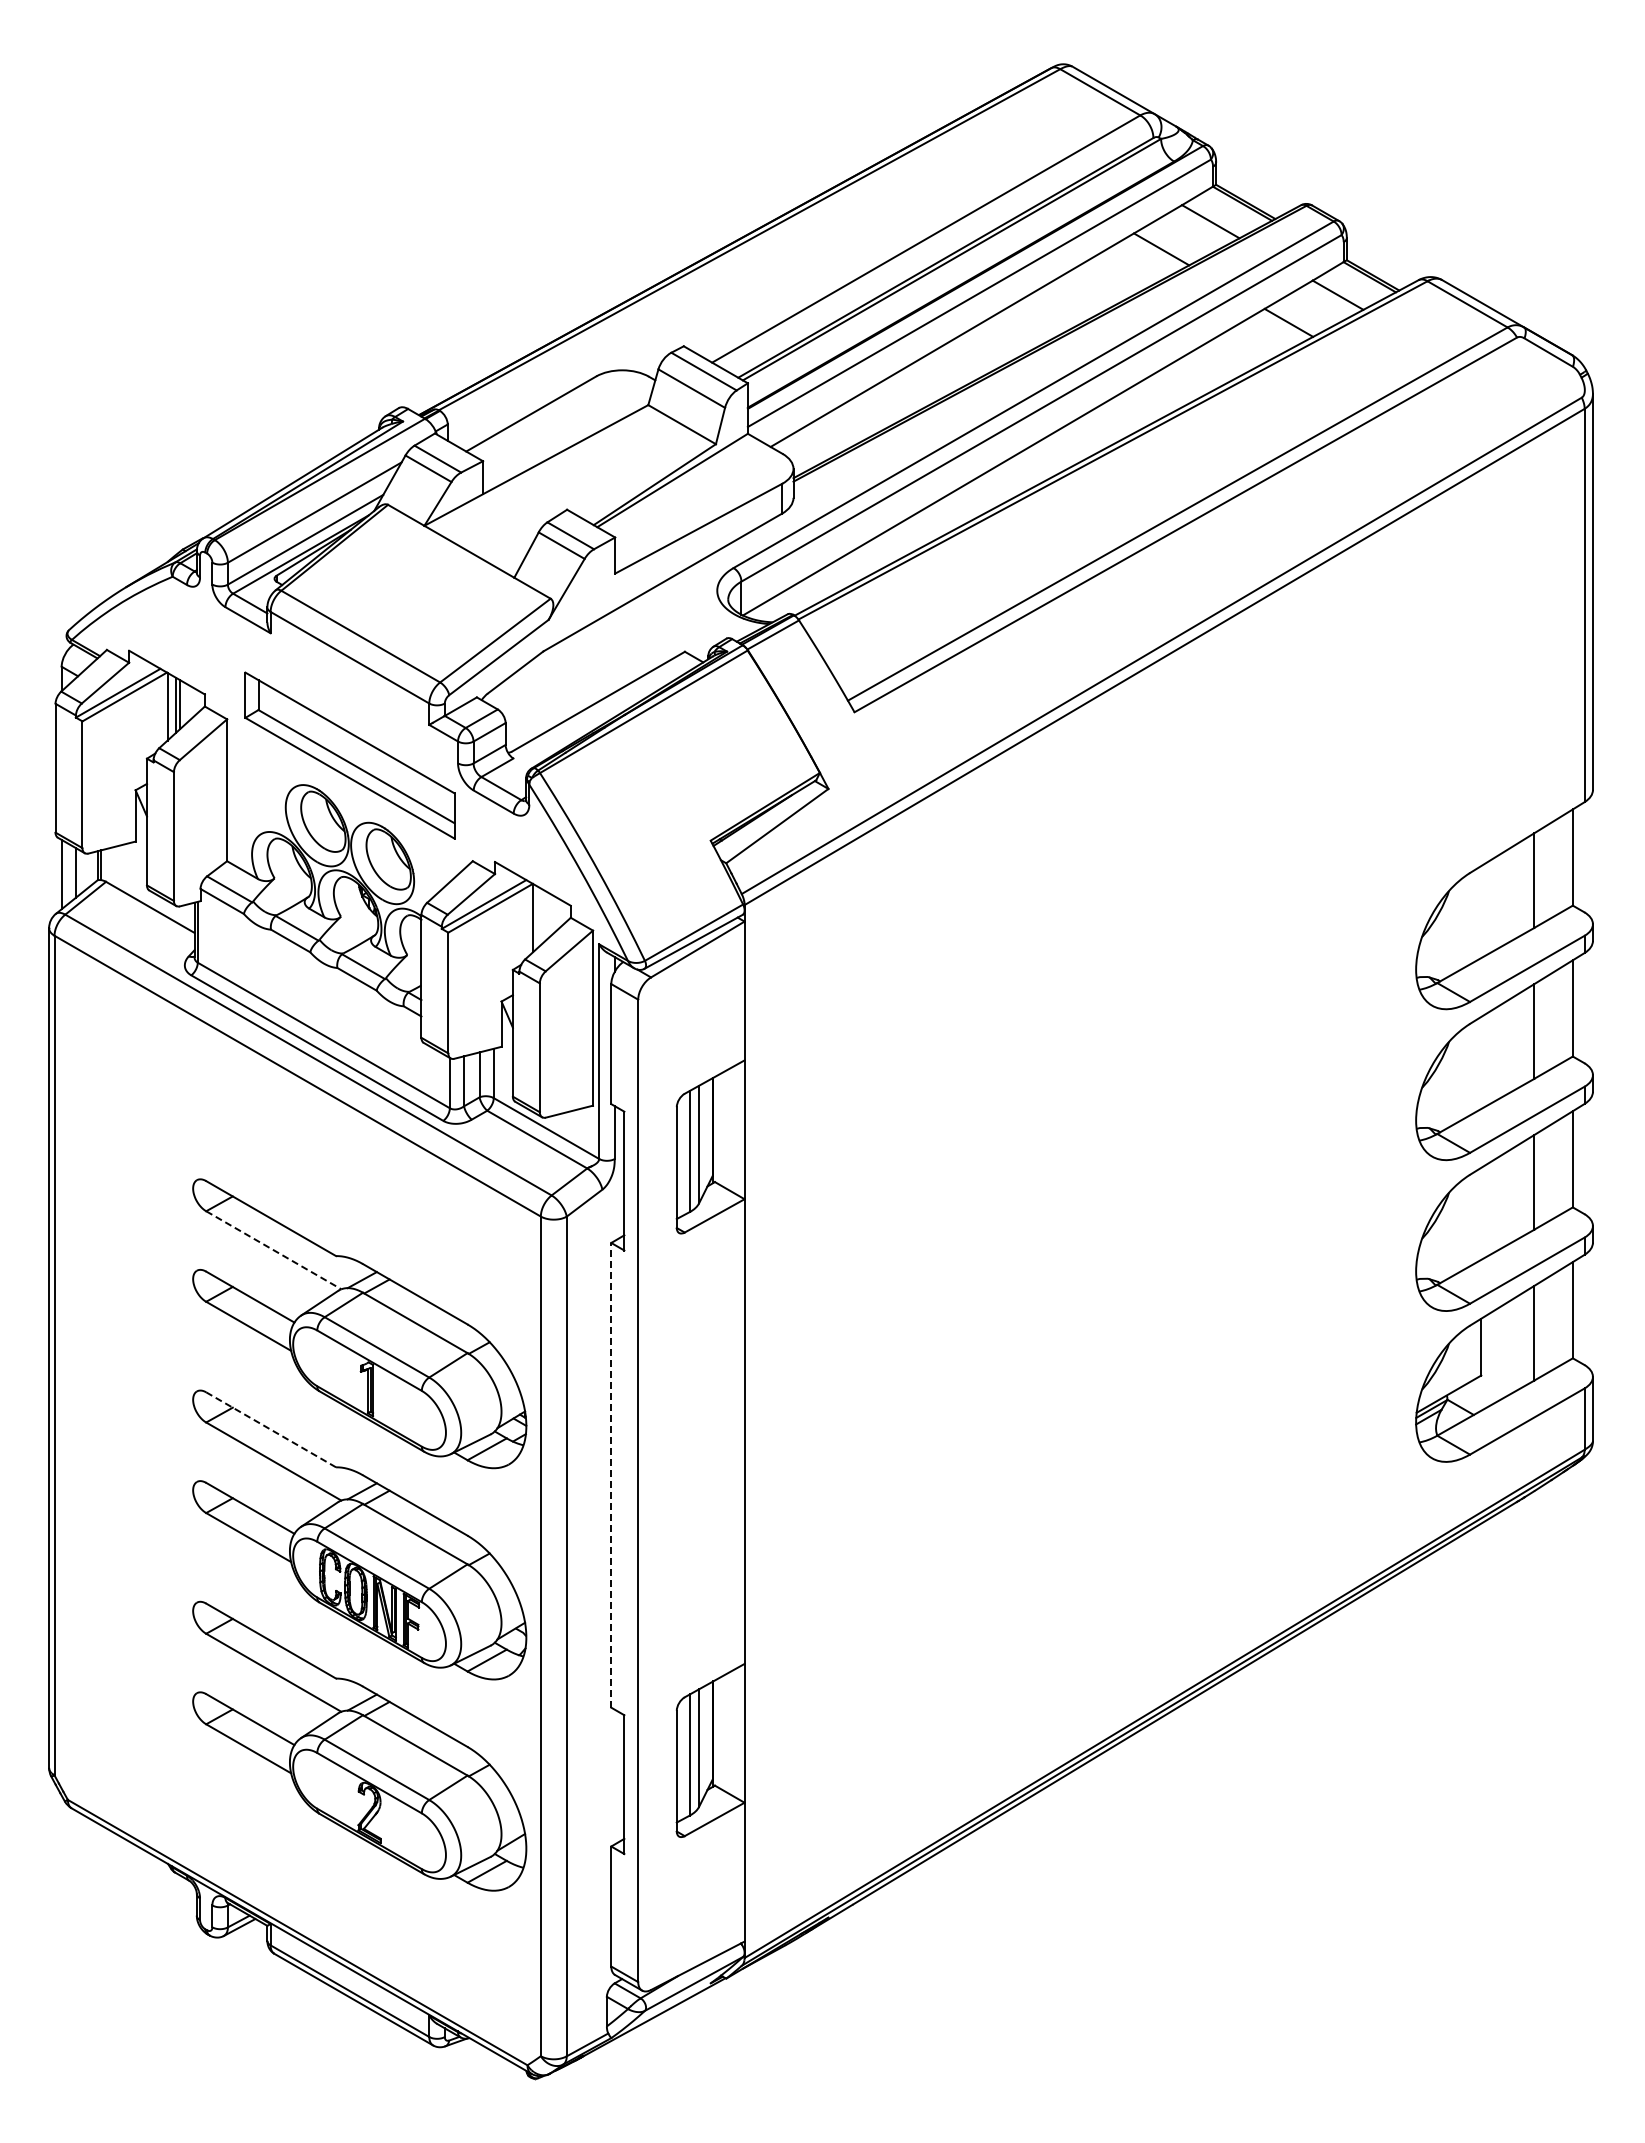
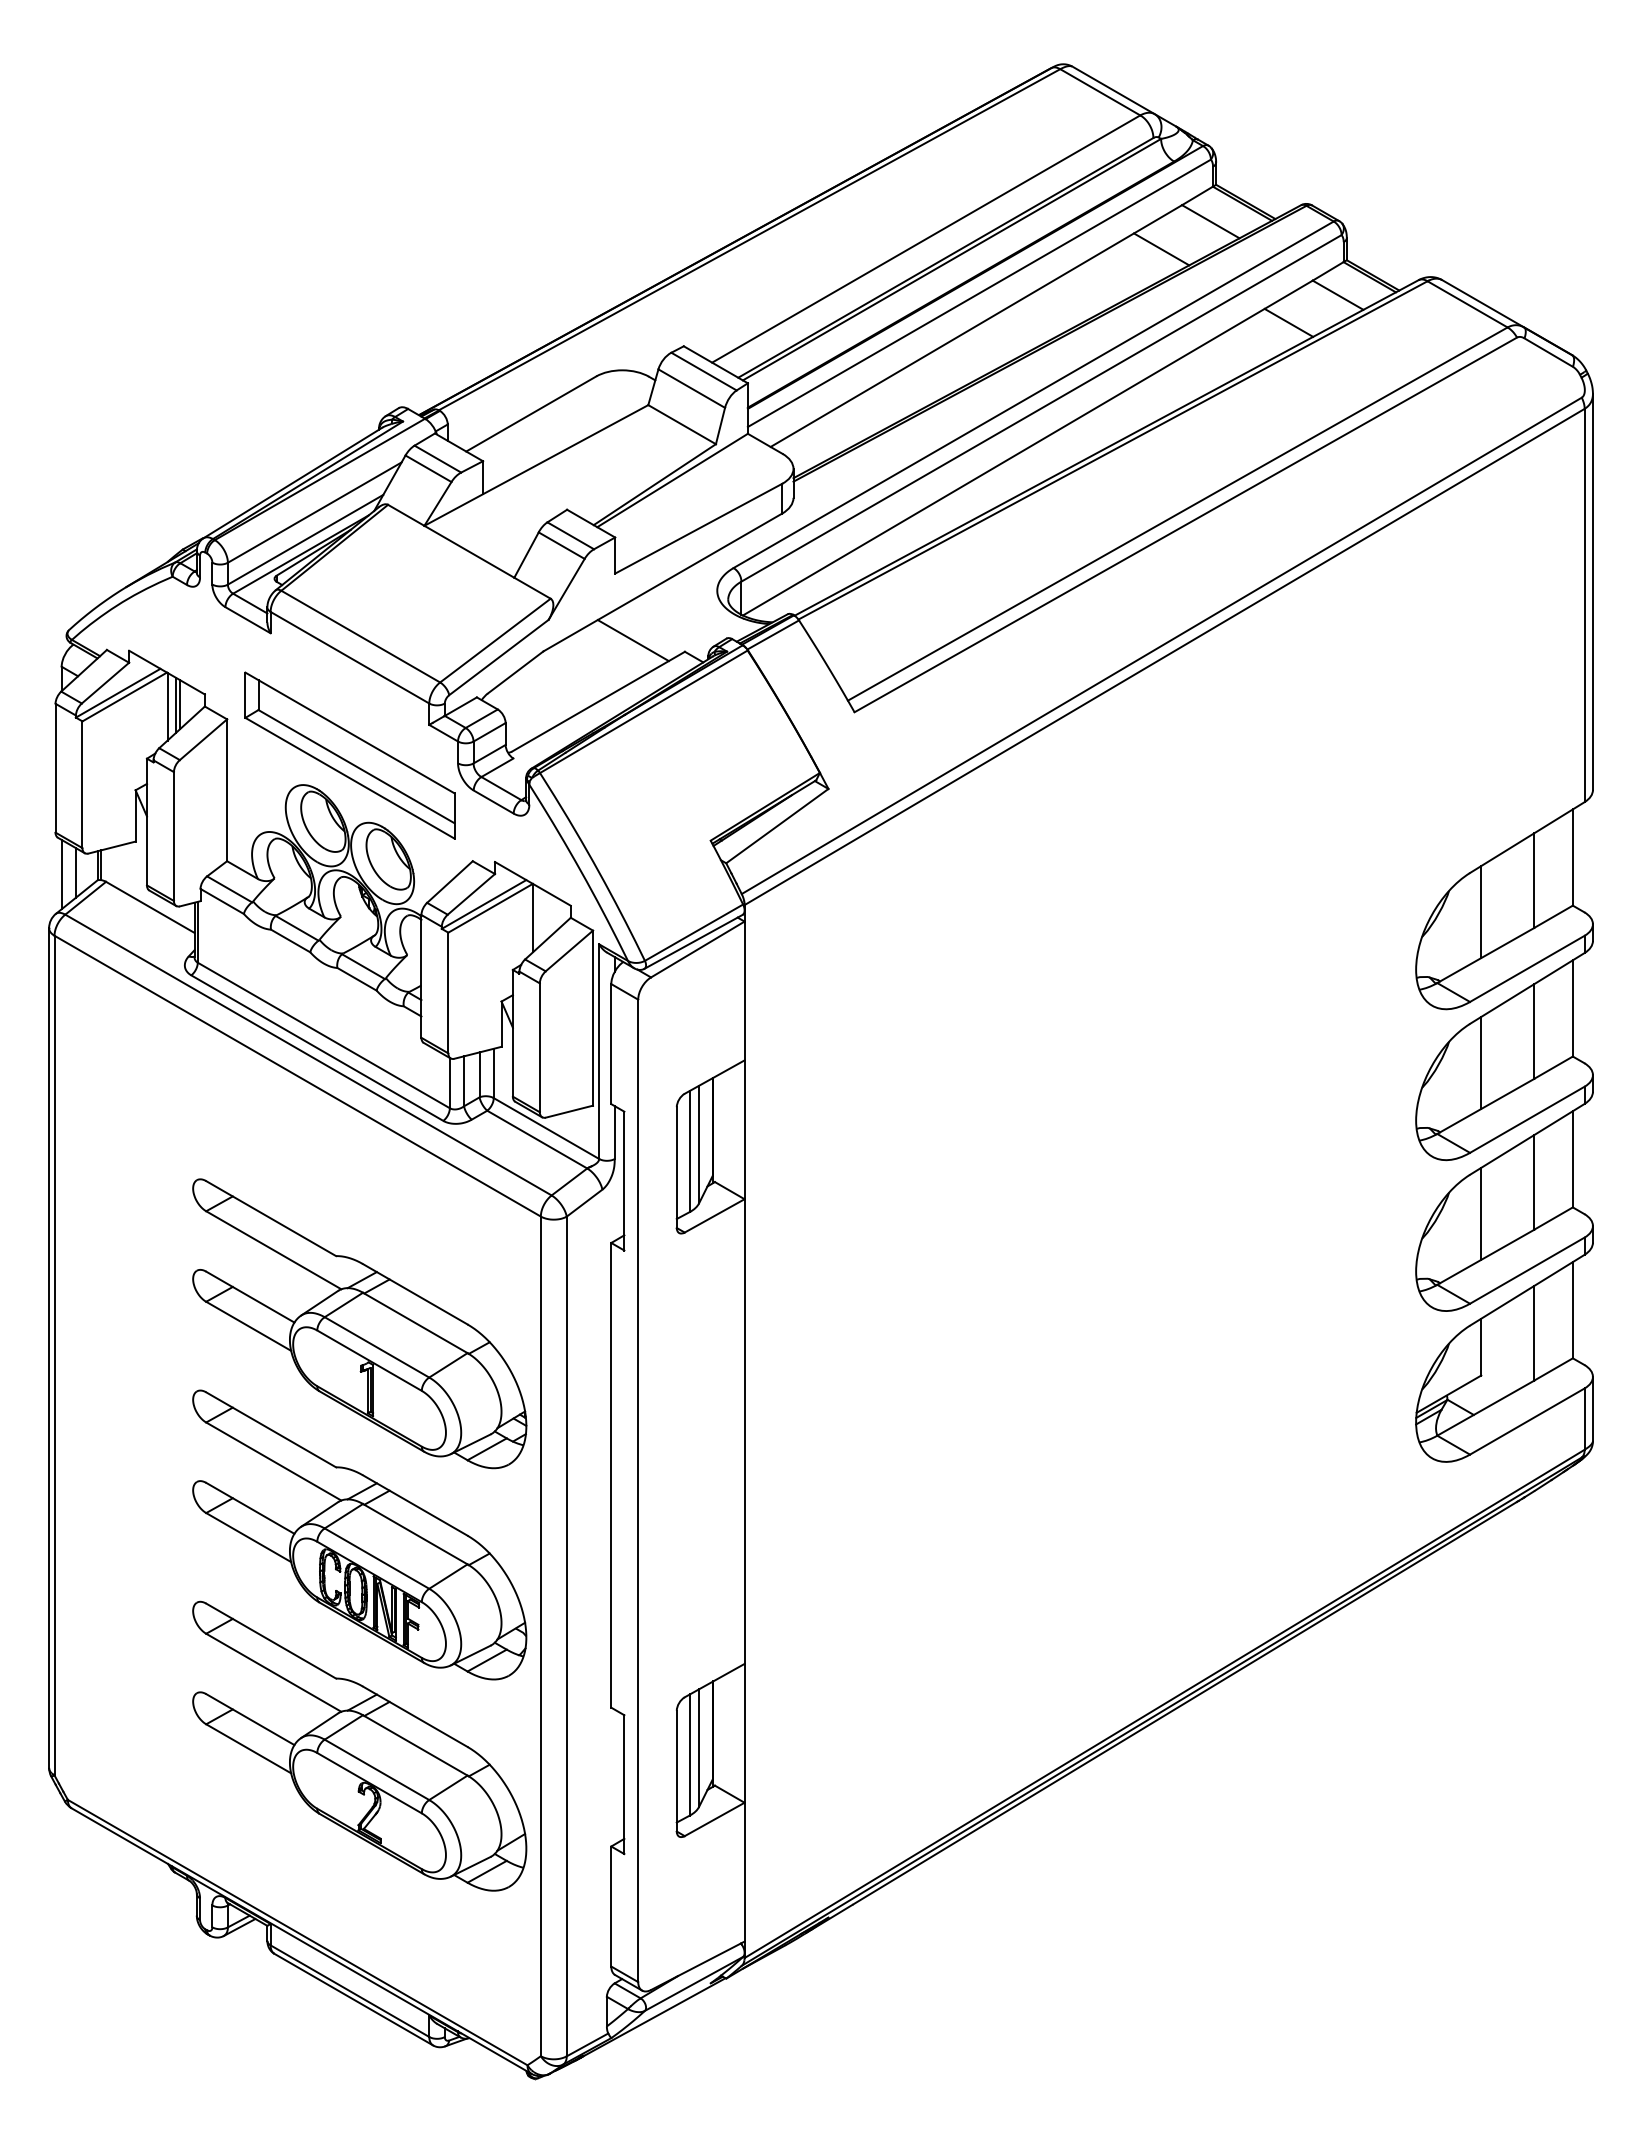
line at (632, 640): none -> present
line at (1481, 912): none -> present
line at (1481, 1062): none -> present
line at (1481, 1213): none -> present
line at (273, 1250): dashed -> solid
line at (271, 1429): dashed -> solid
line at (611, 1474): dashed -> solid
